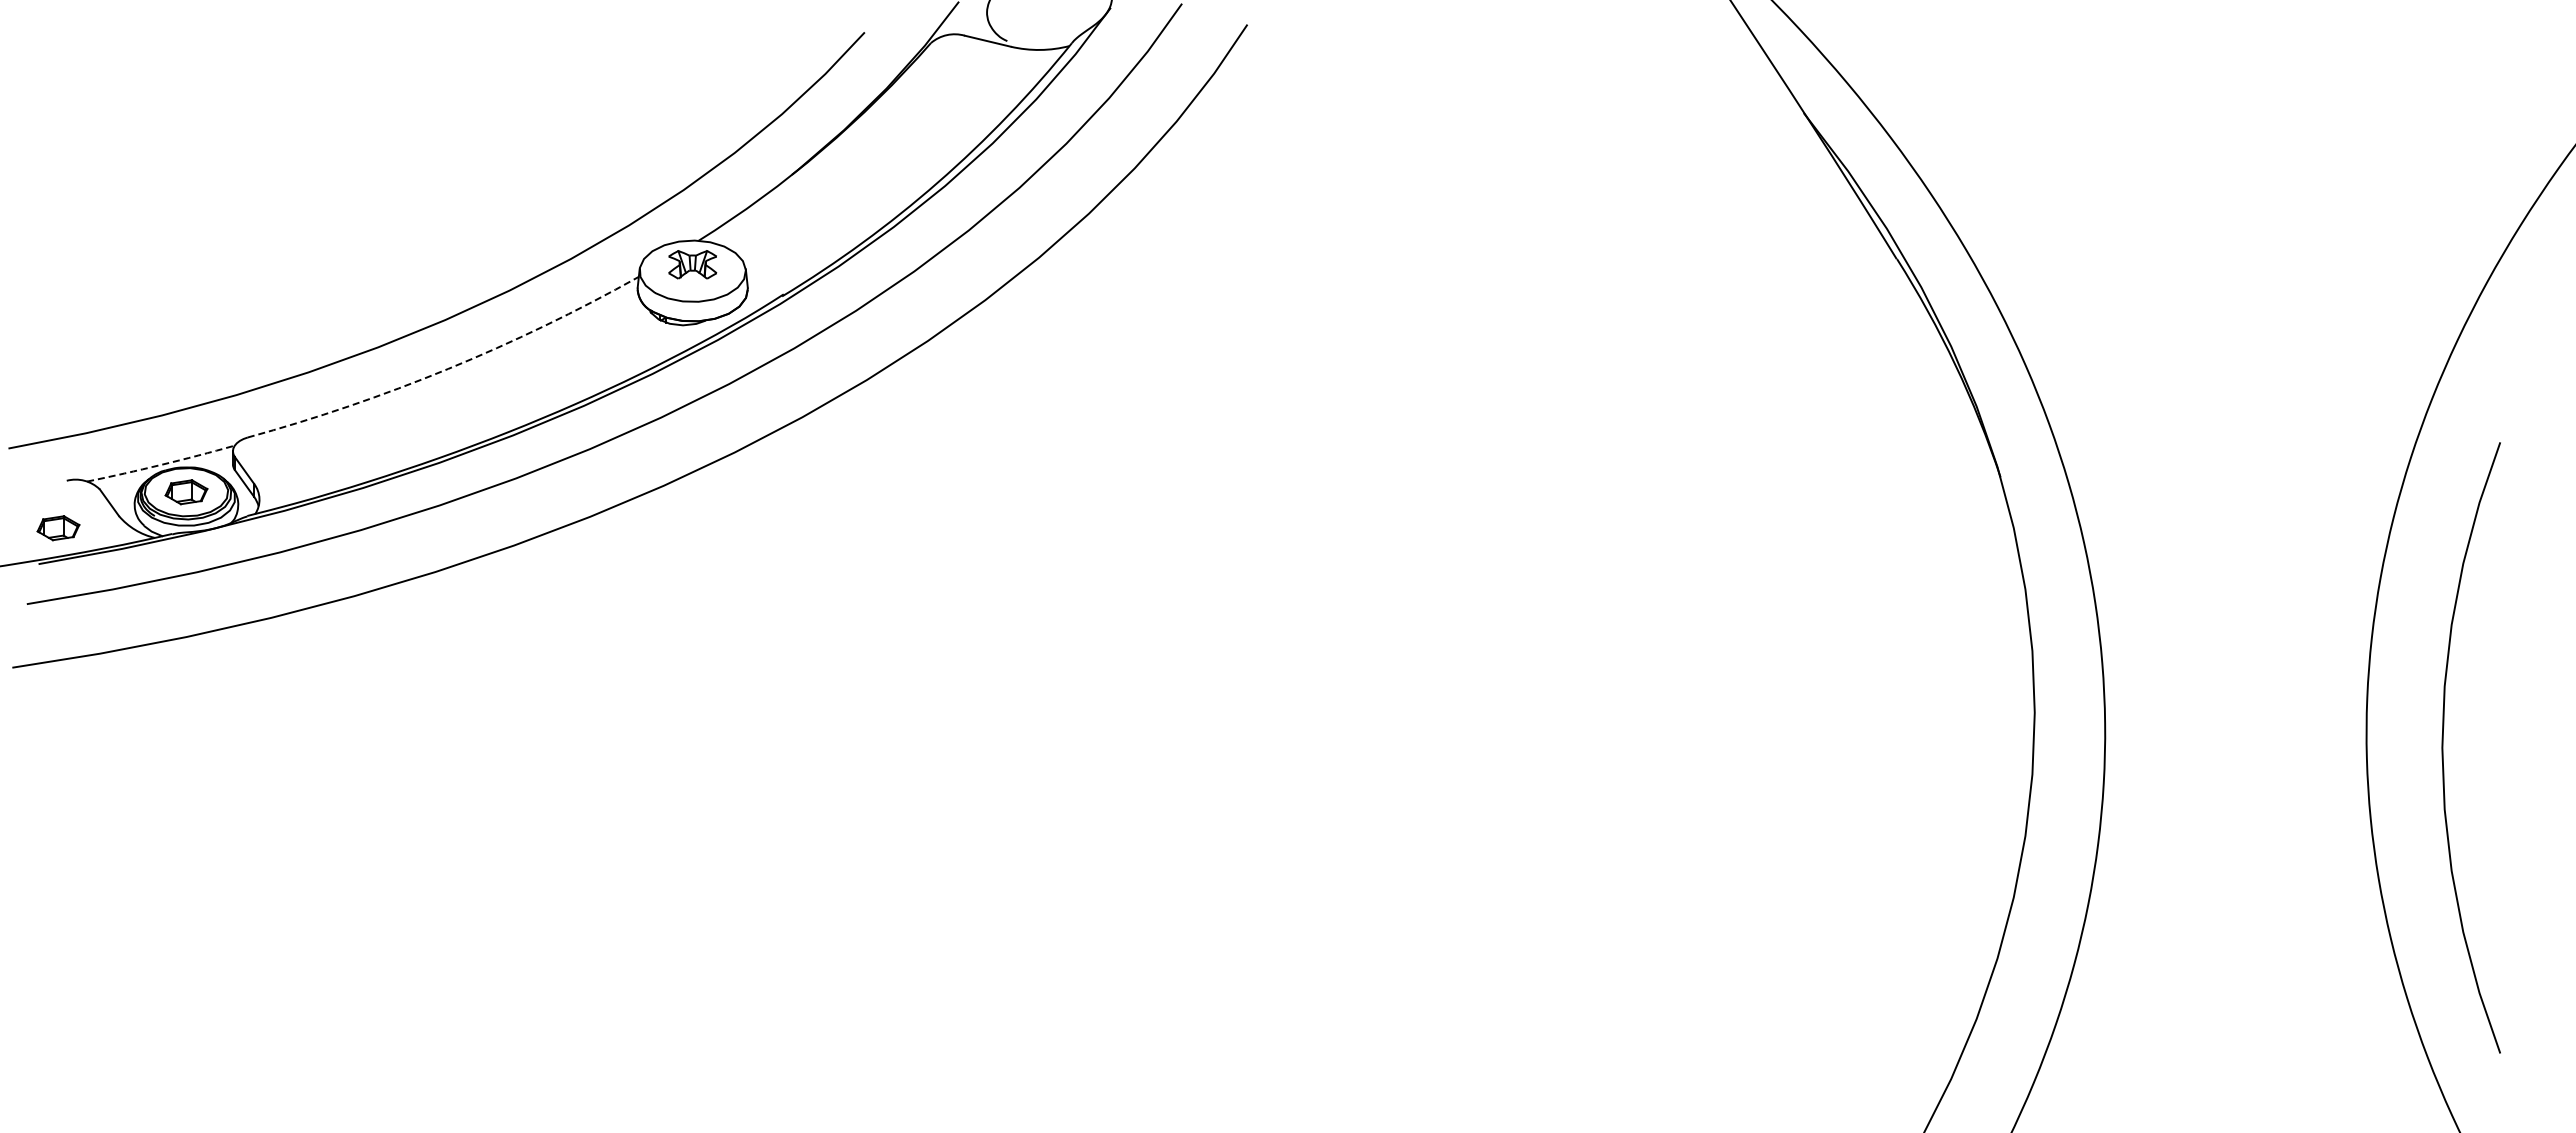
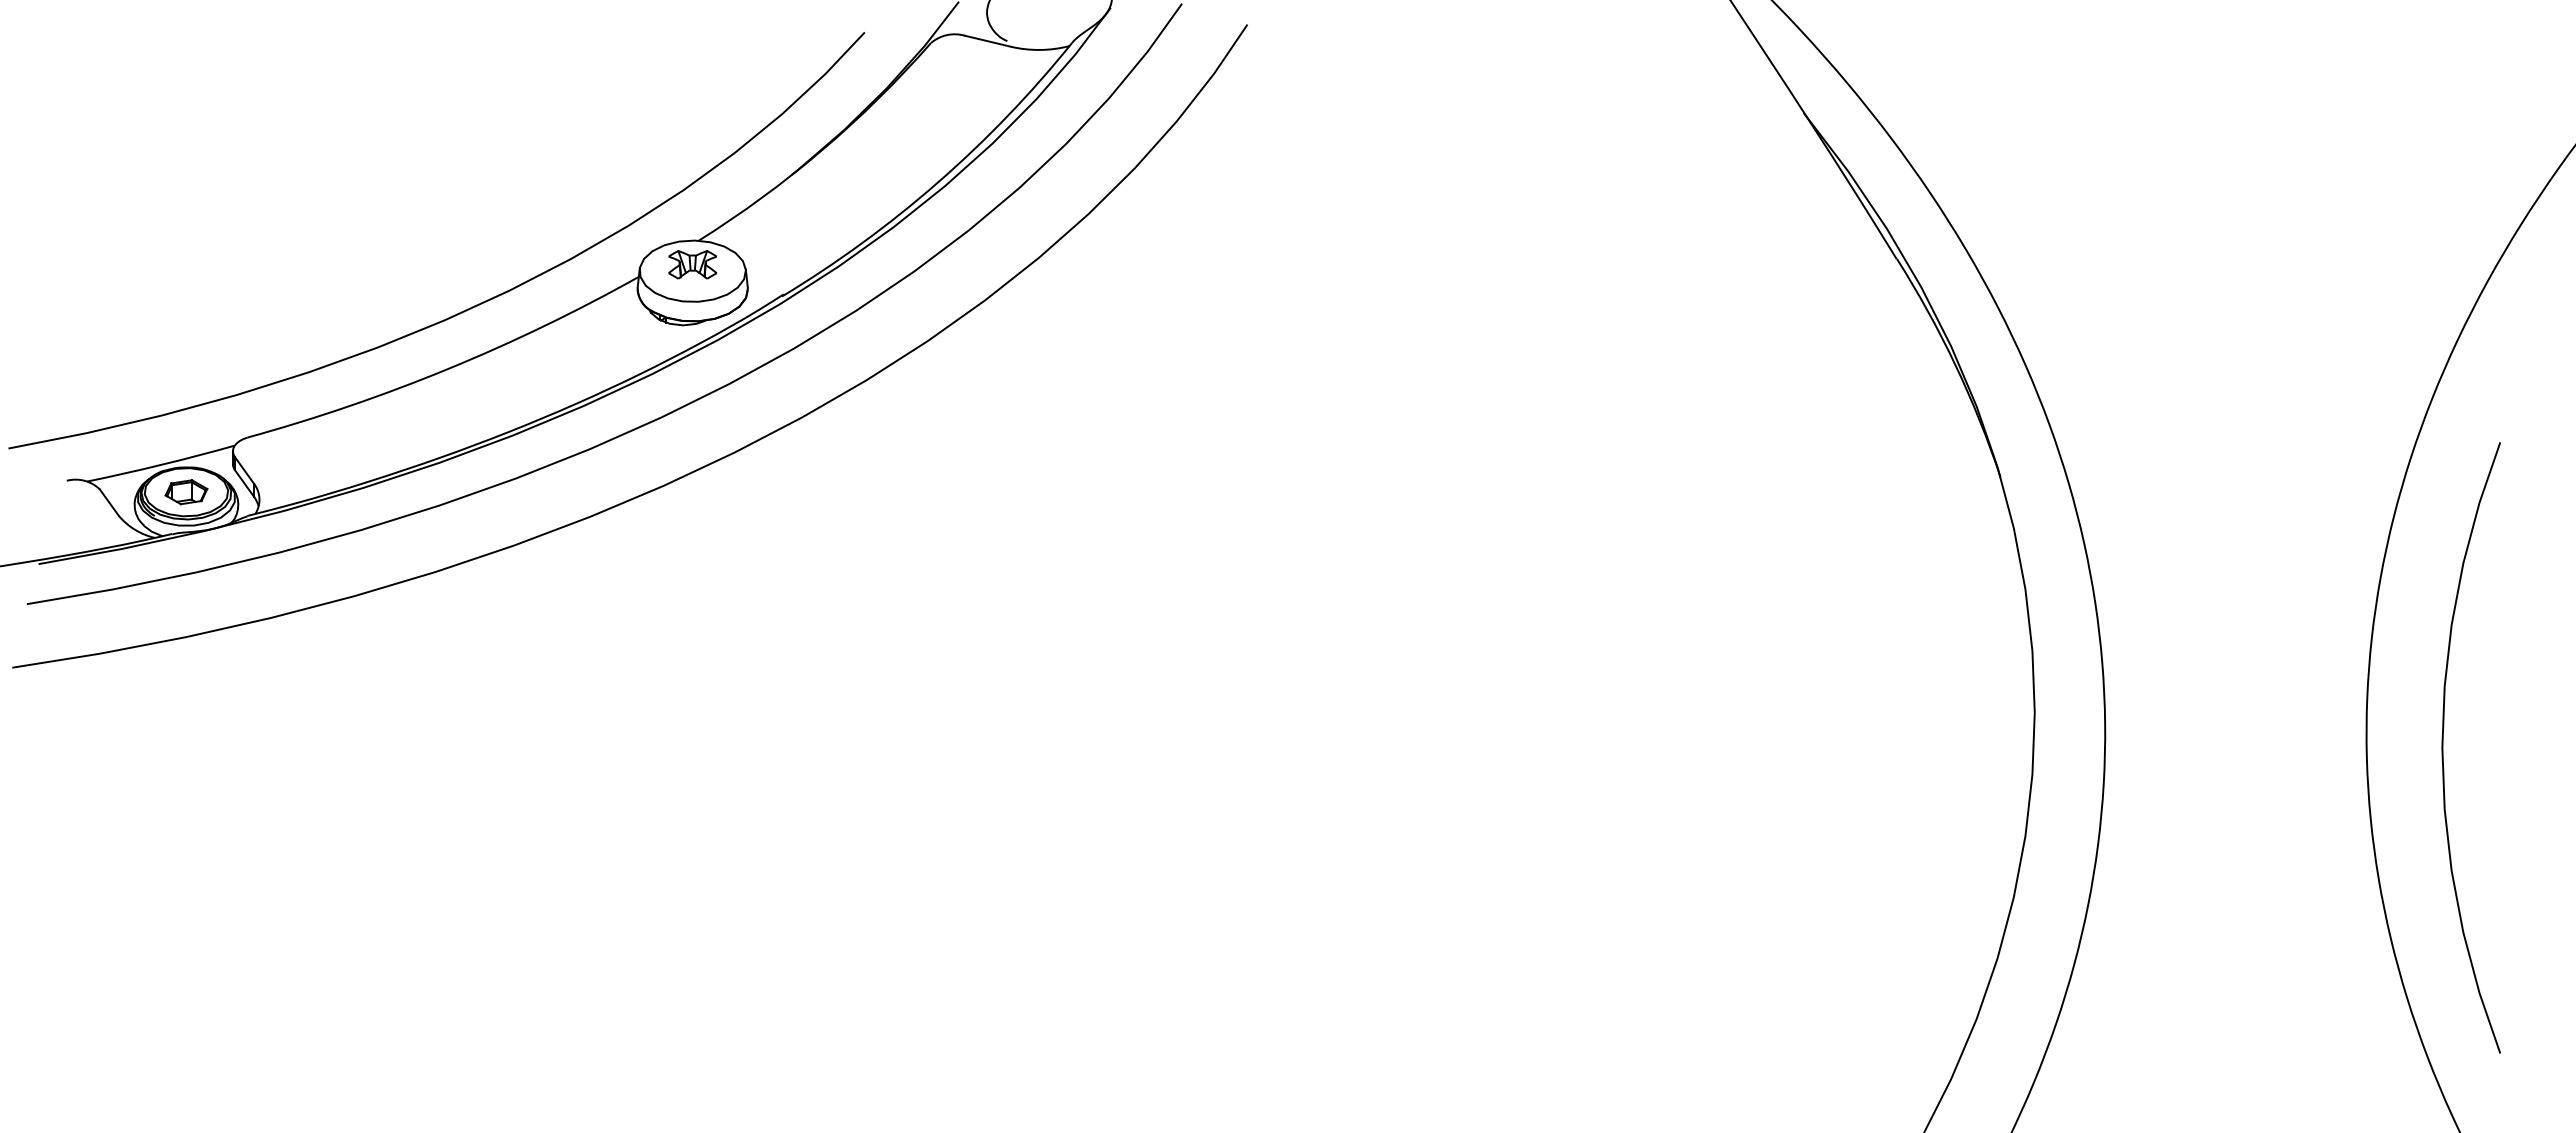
arc at (448, 368): dashed -> solid
arc at (161, 464): dashed -> solid
part at (58, 528): present -> none
